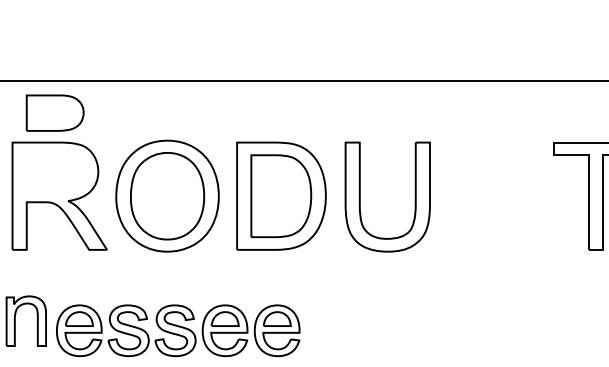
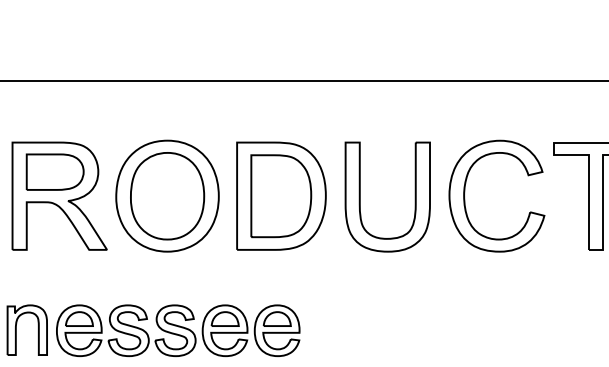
part at (54, 112) position: (54, 112) -> (54, 171)
part at (465, 192): none -> present
part at (15, 320) position: (15, 320) -> (16, 329)
